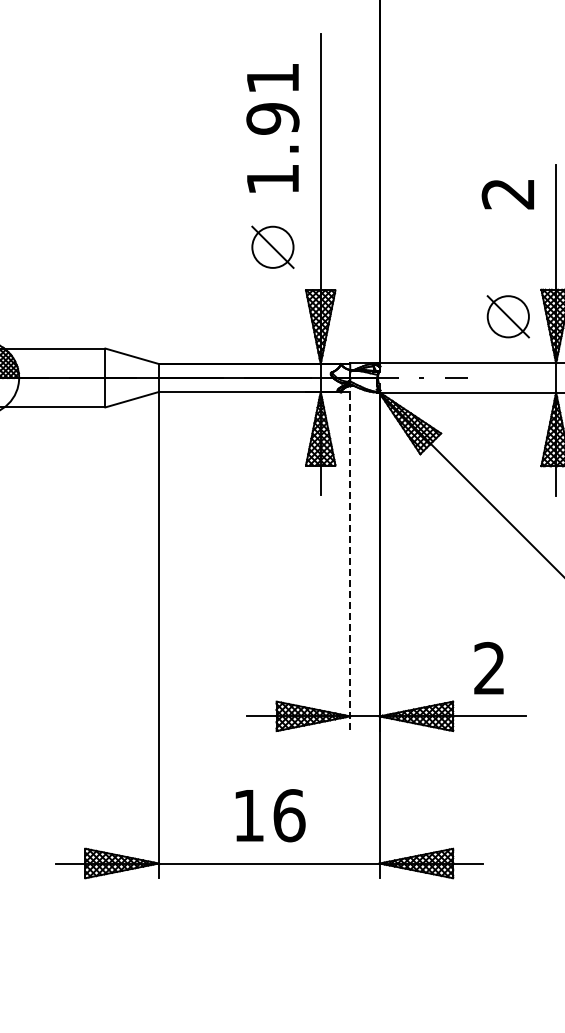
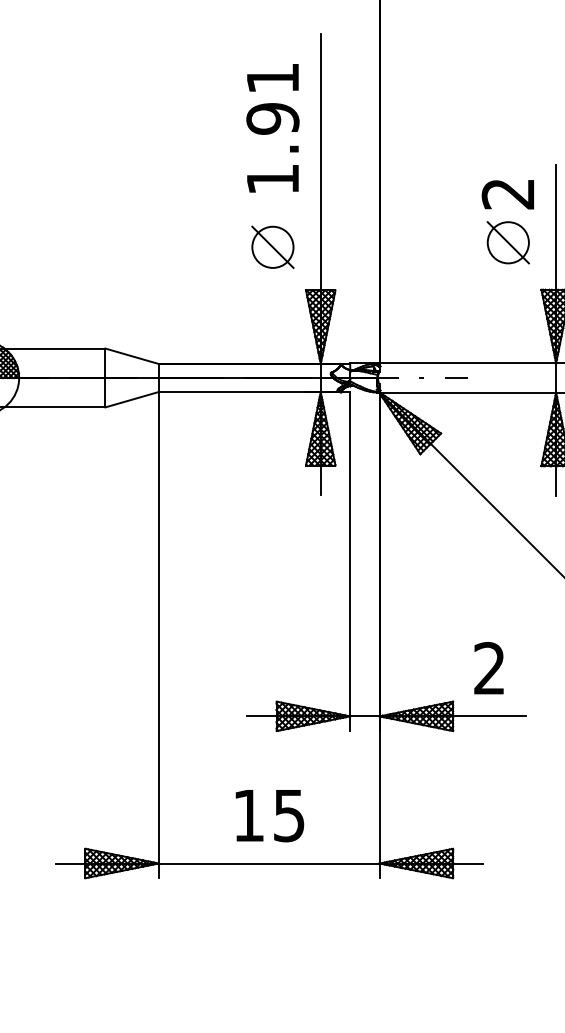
part at (507, 316) position: (507, 316) -> (507, 242)
line at (350, 562): dashed -> solid
text at (289, 815): 16 -> 15
